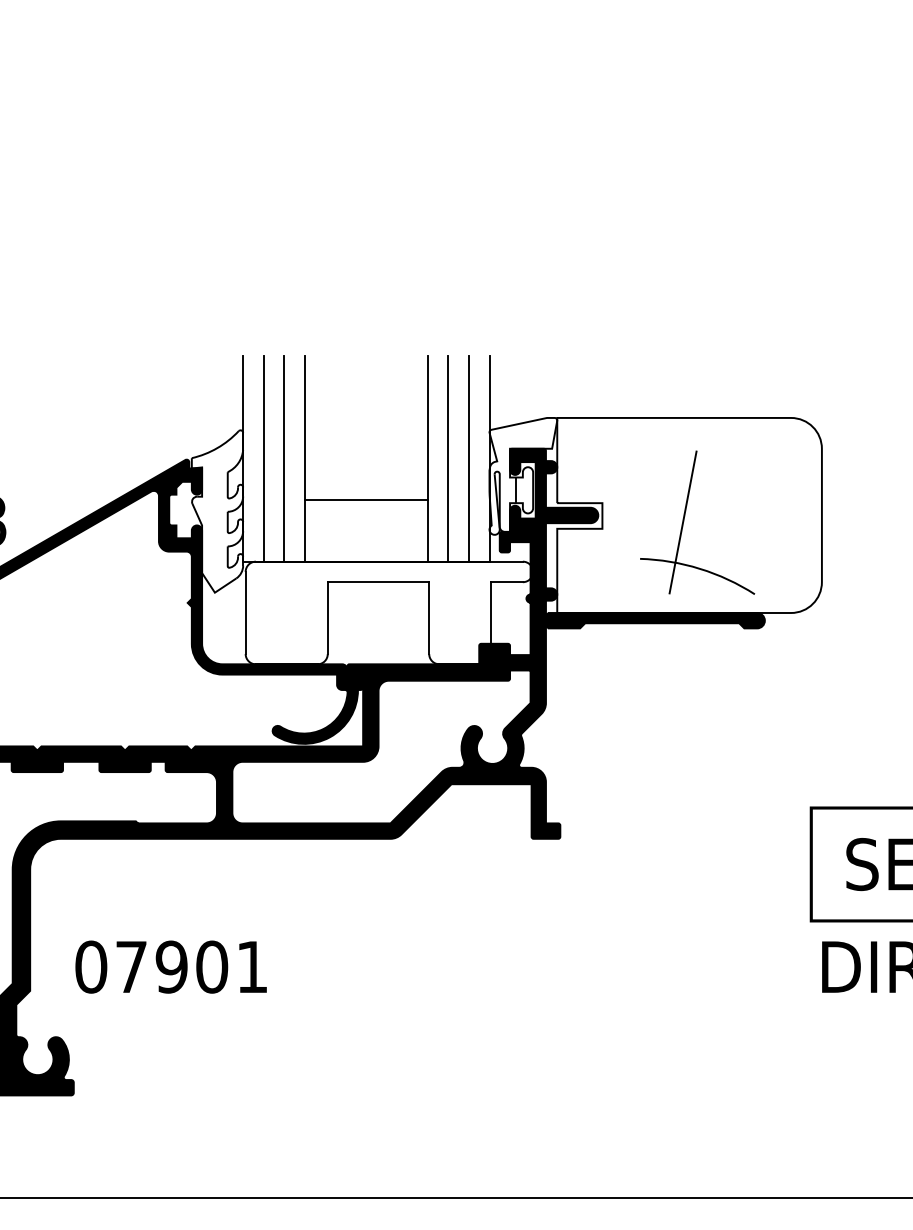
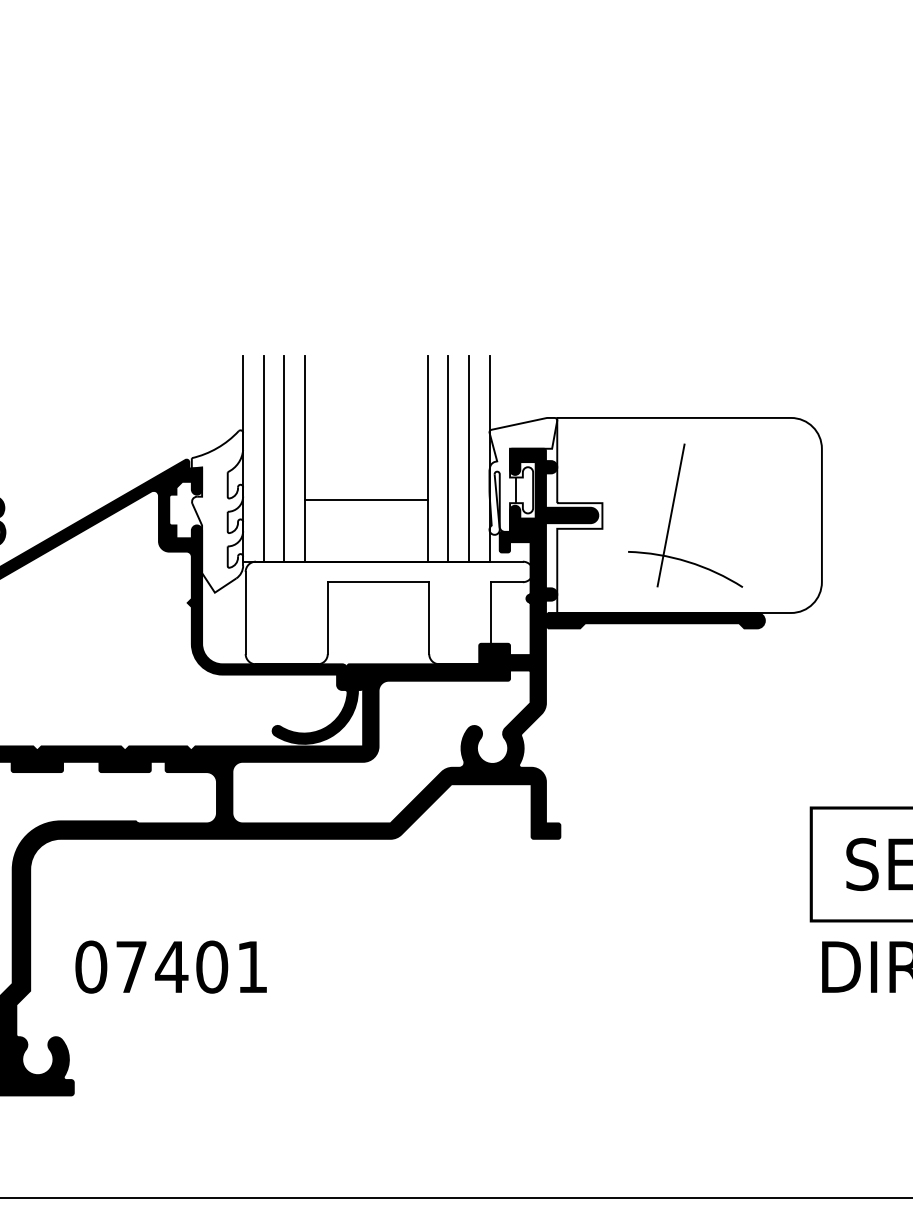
part at (684, 521) position: (684, 521) -> (672, 514)
text at (171, 966): 07901 -> 07401
